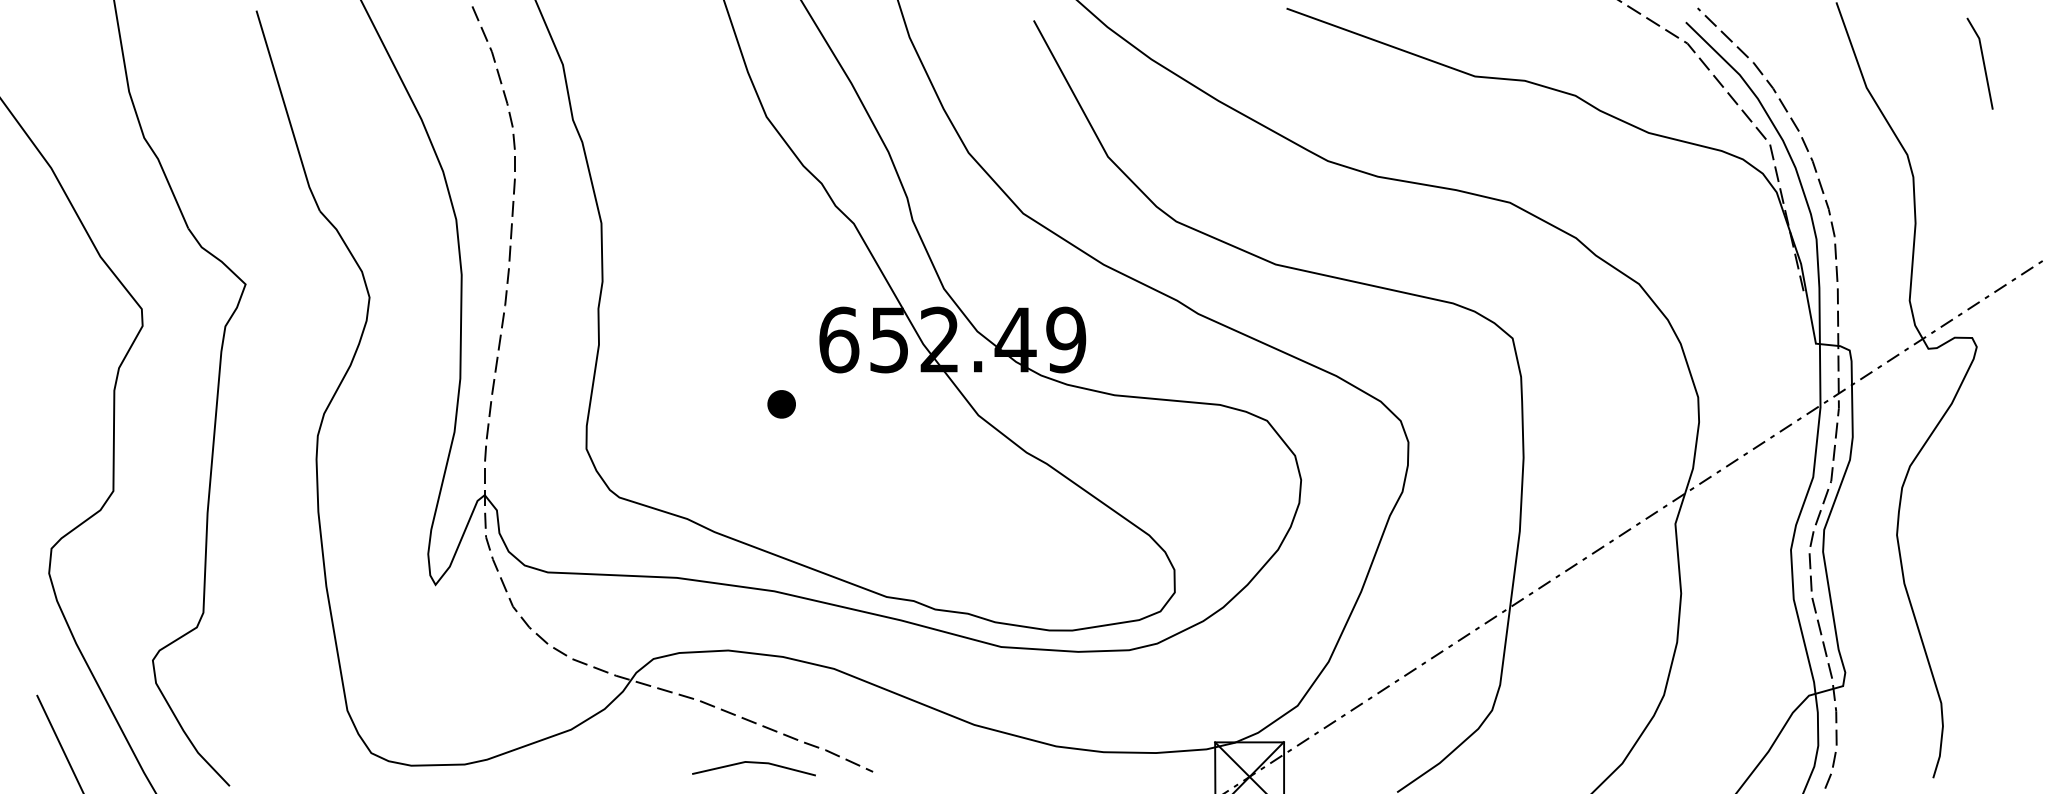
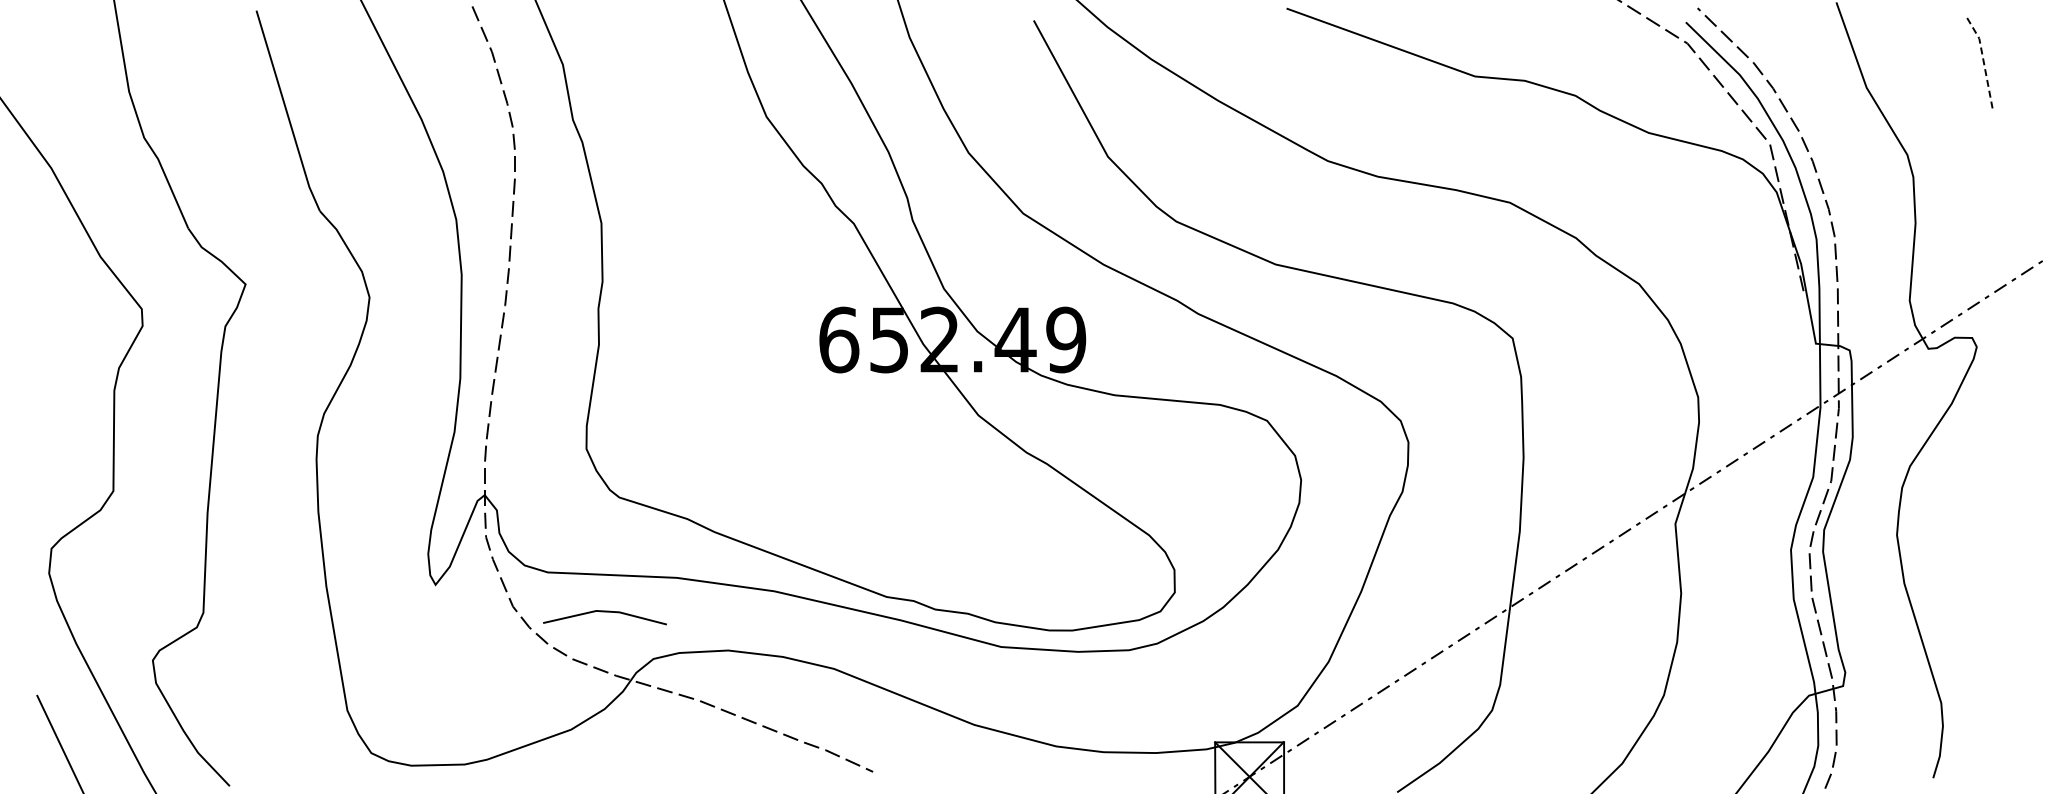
line at (1983, 61): solid -> dashed
part at (781, 404): present -> none
line at (753, 763) position: (753, 763) -> (604, 612)
